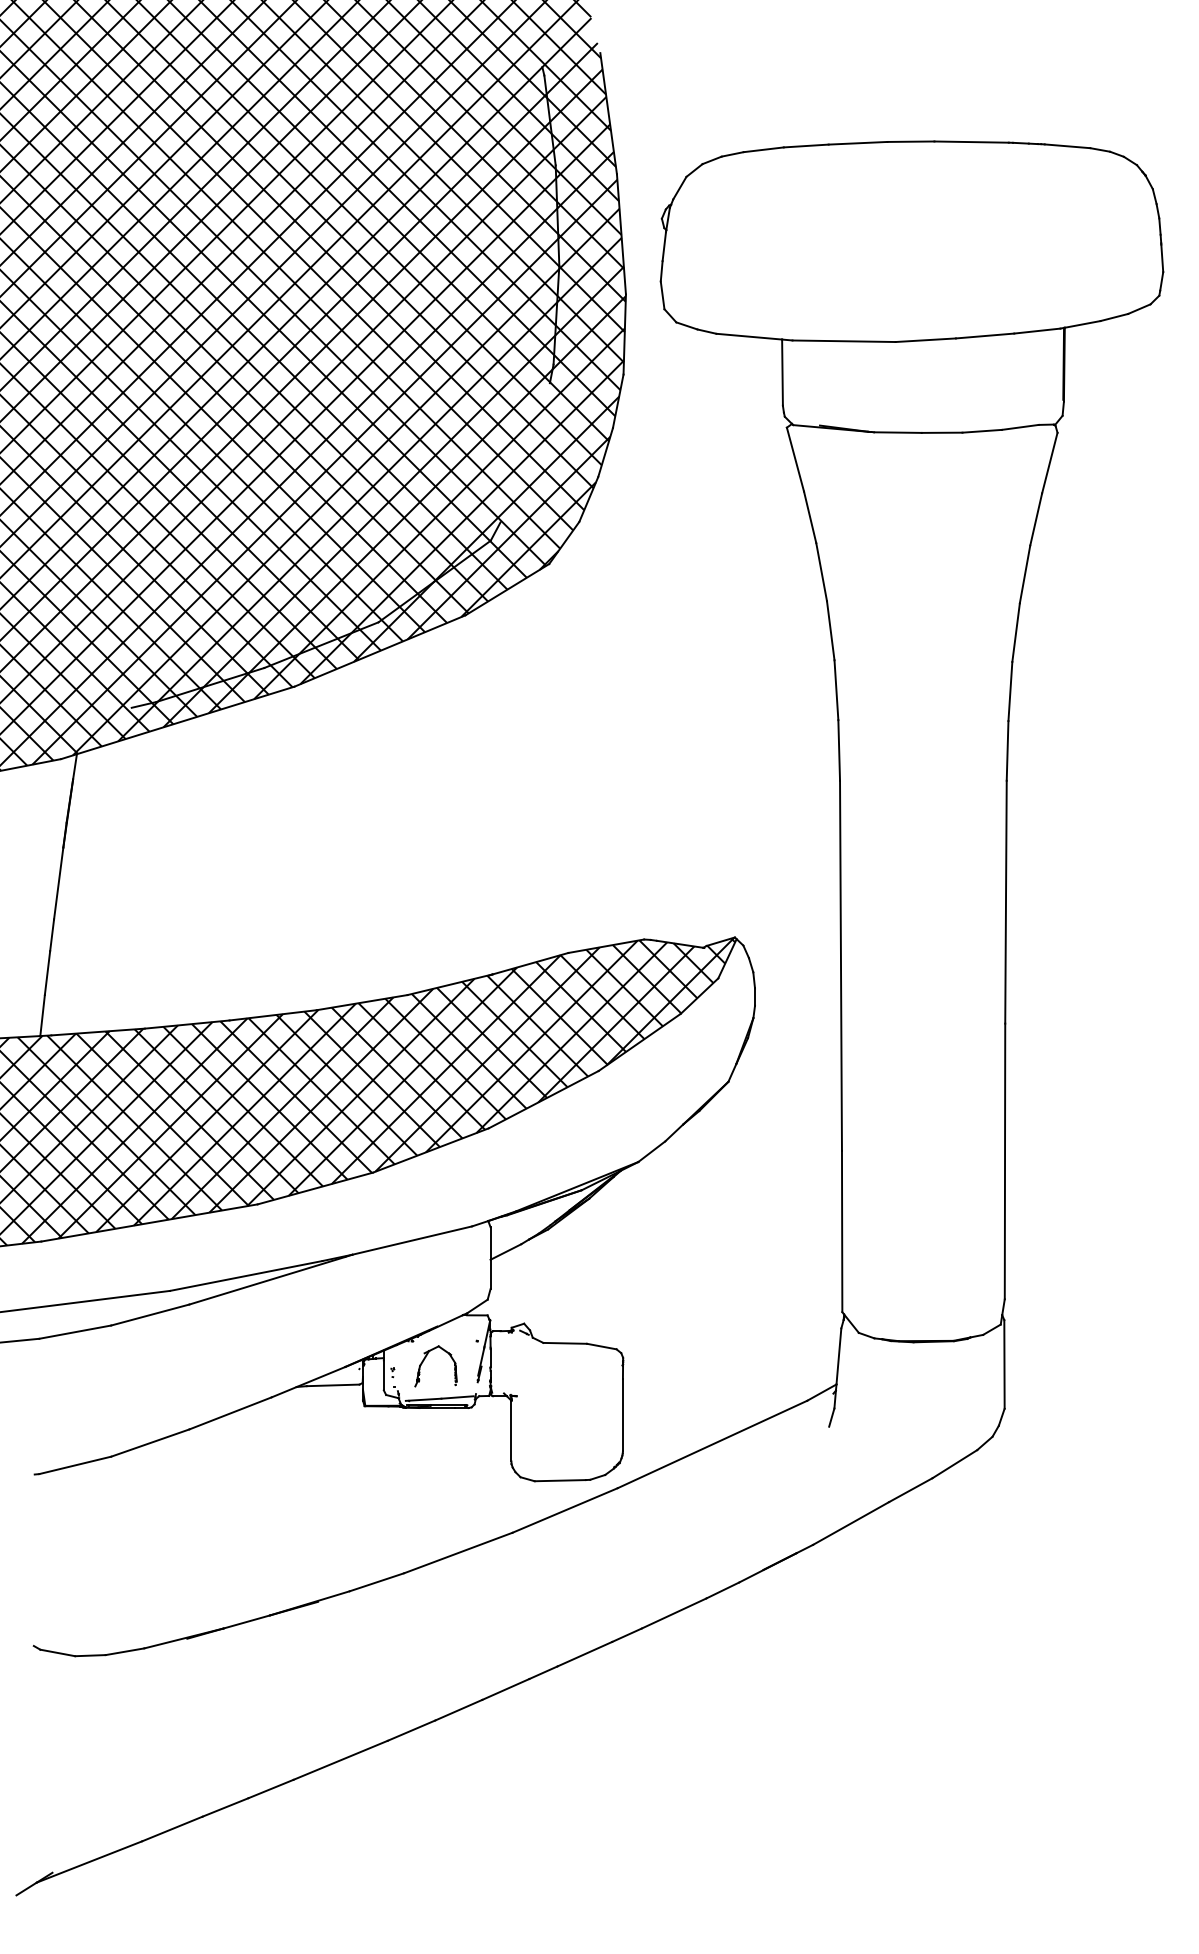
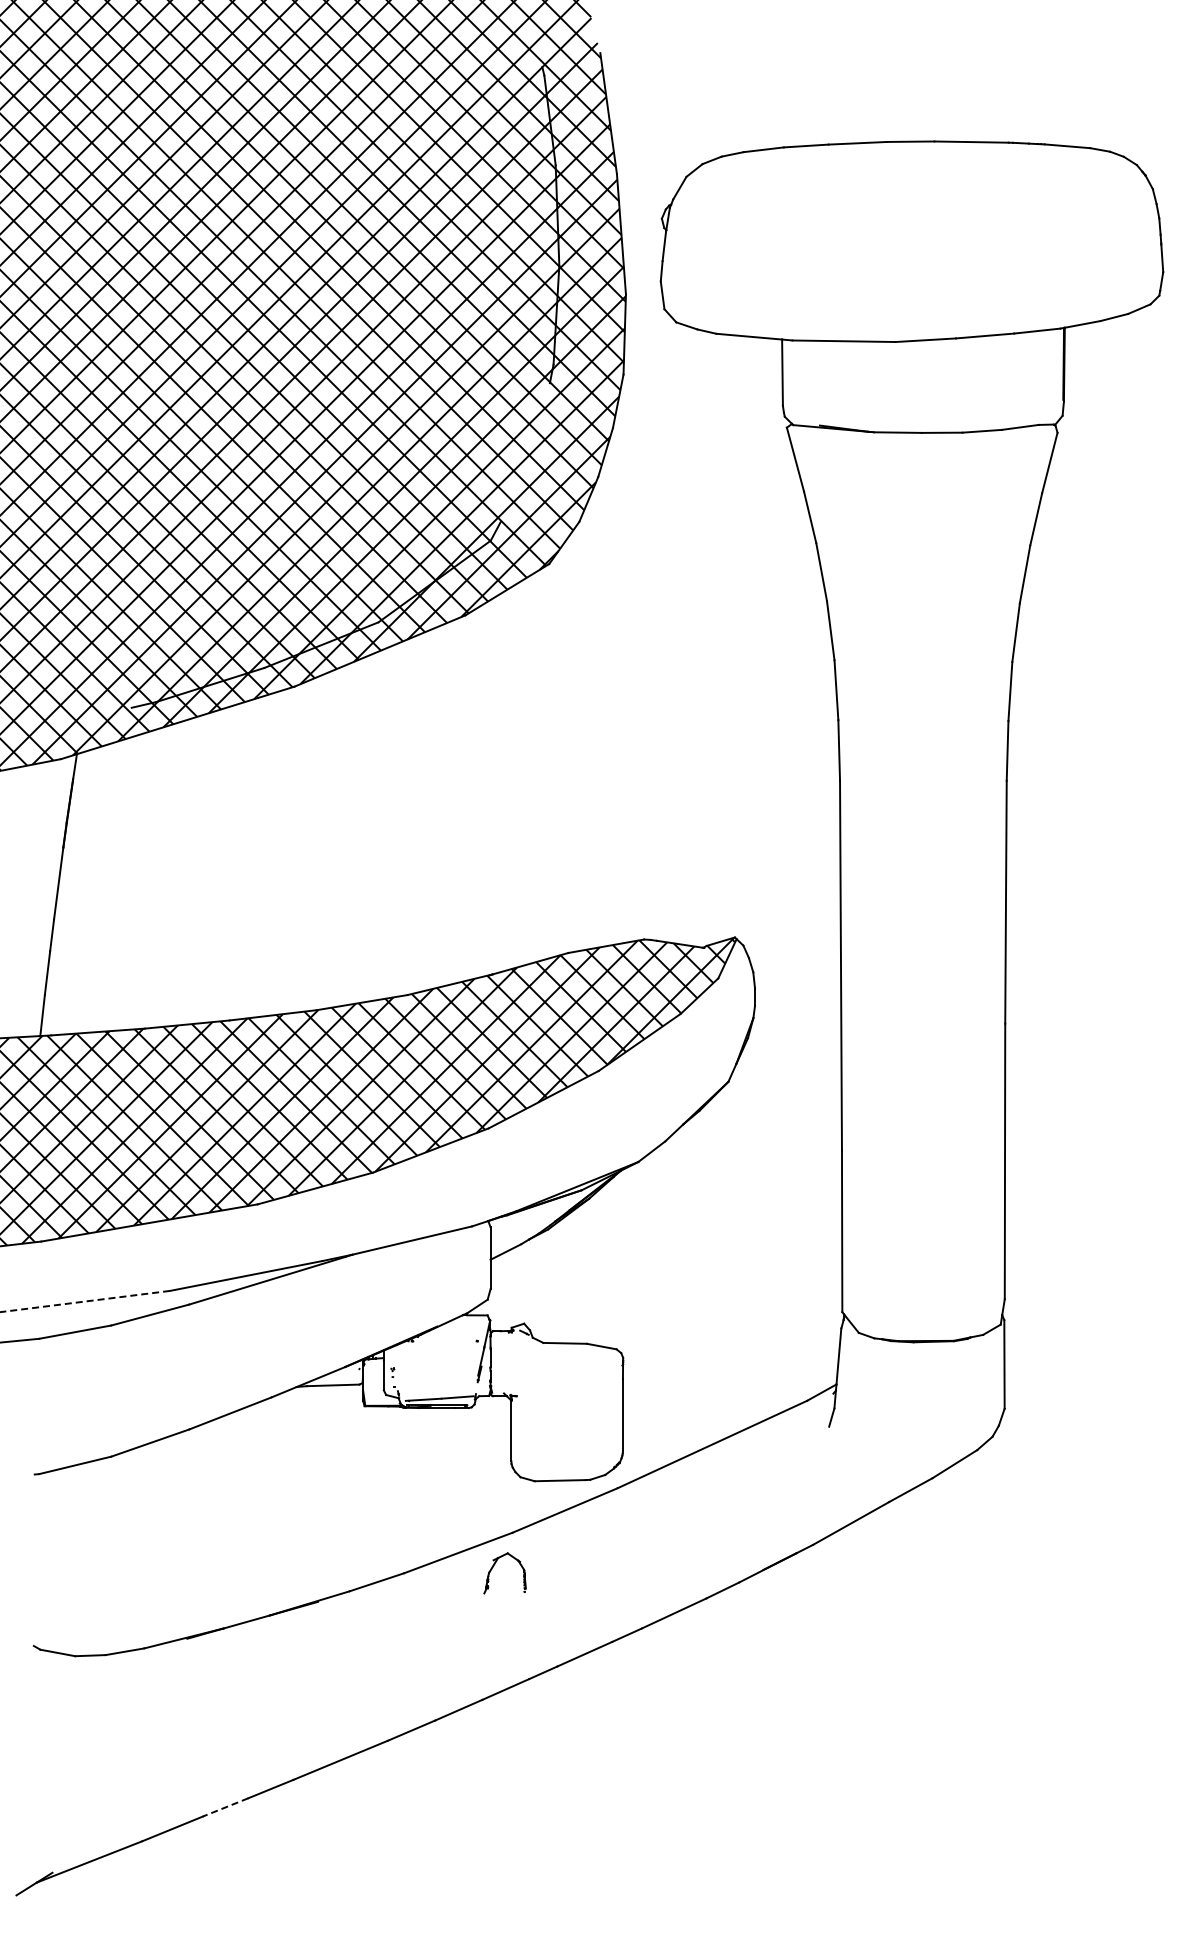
line at (84, 1301): solid -> dashed
part at (425, 1359) position: (425, 1359) -> (494, 1566)
line at (225, 1807): solid -> dashed
